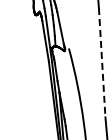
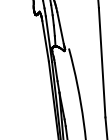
line at (102, 62): dashed -> solid
